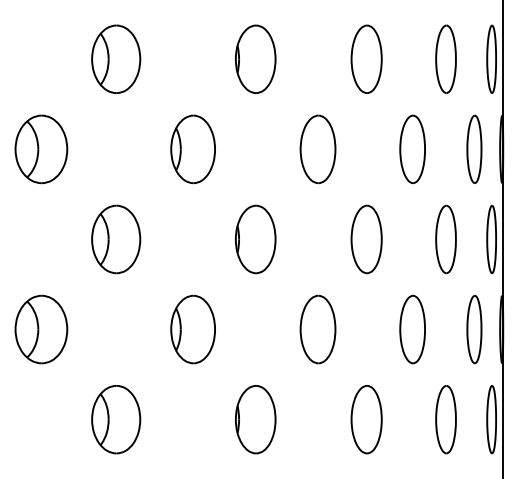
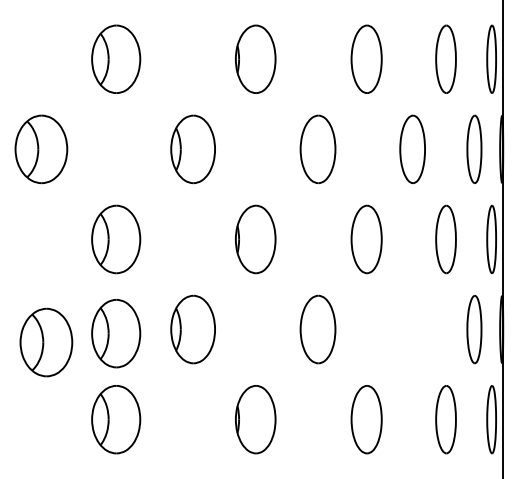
part at (41, 329) position: (41, 329) -> (46, 342)
part at (412, 329): present -> none
part at (116, 333): none -> present
